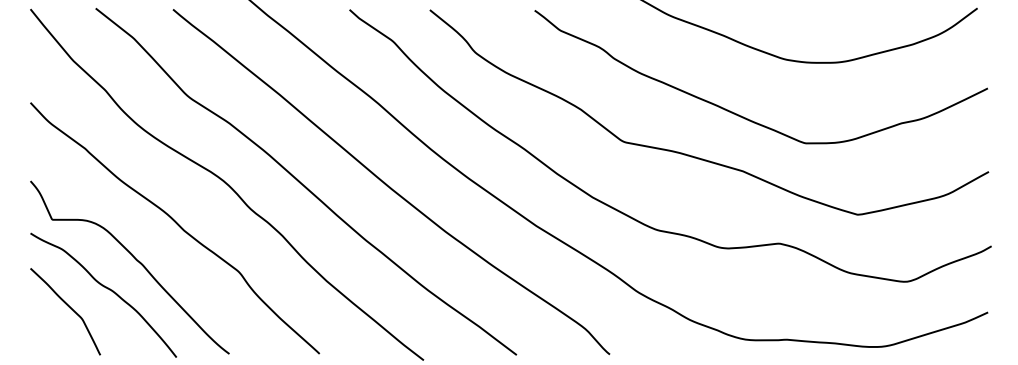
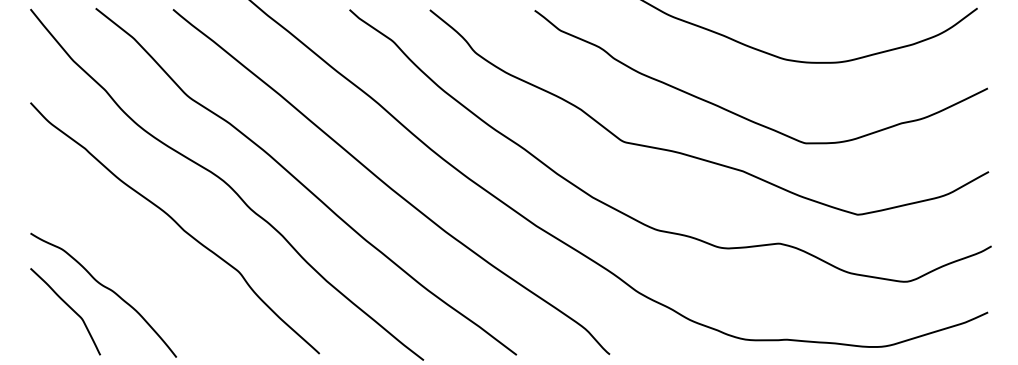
curve at (135, 260): present -> none
